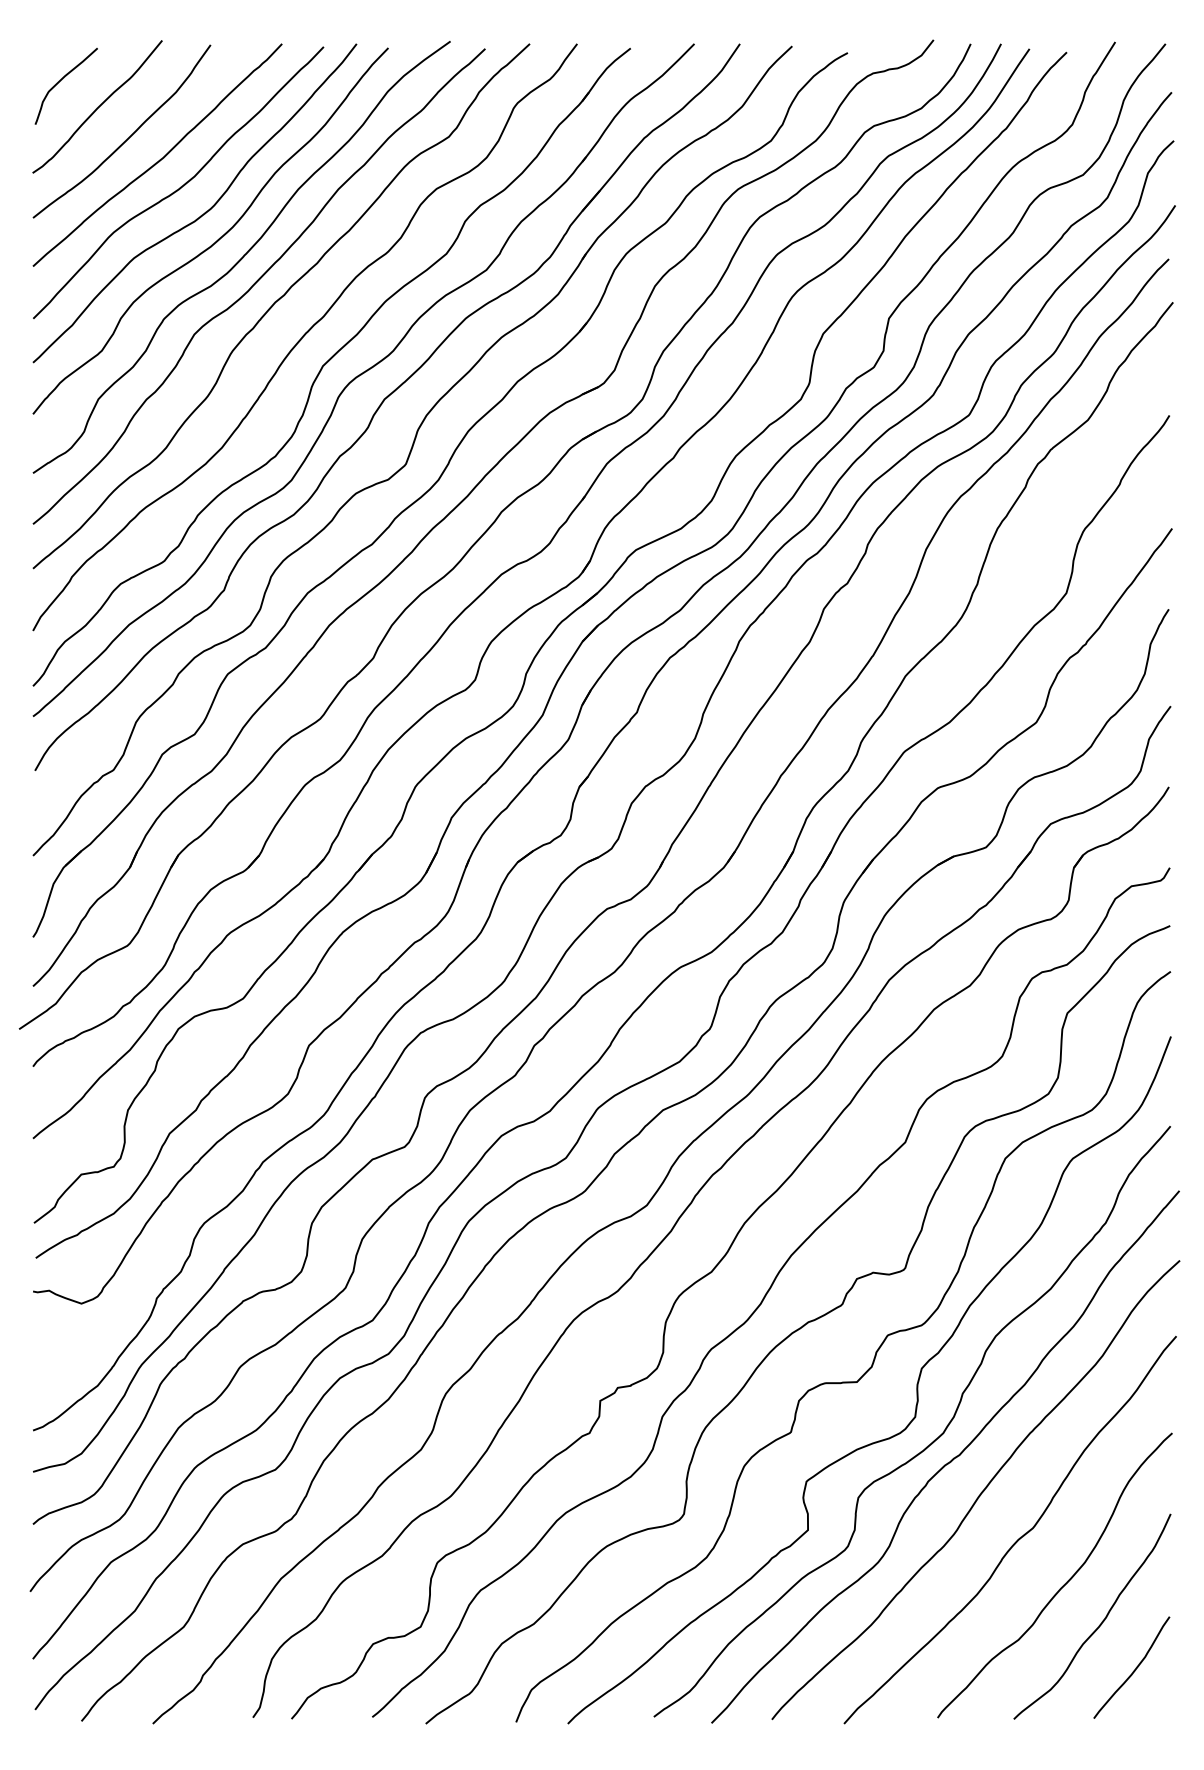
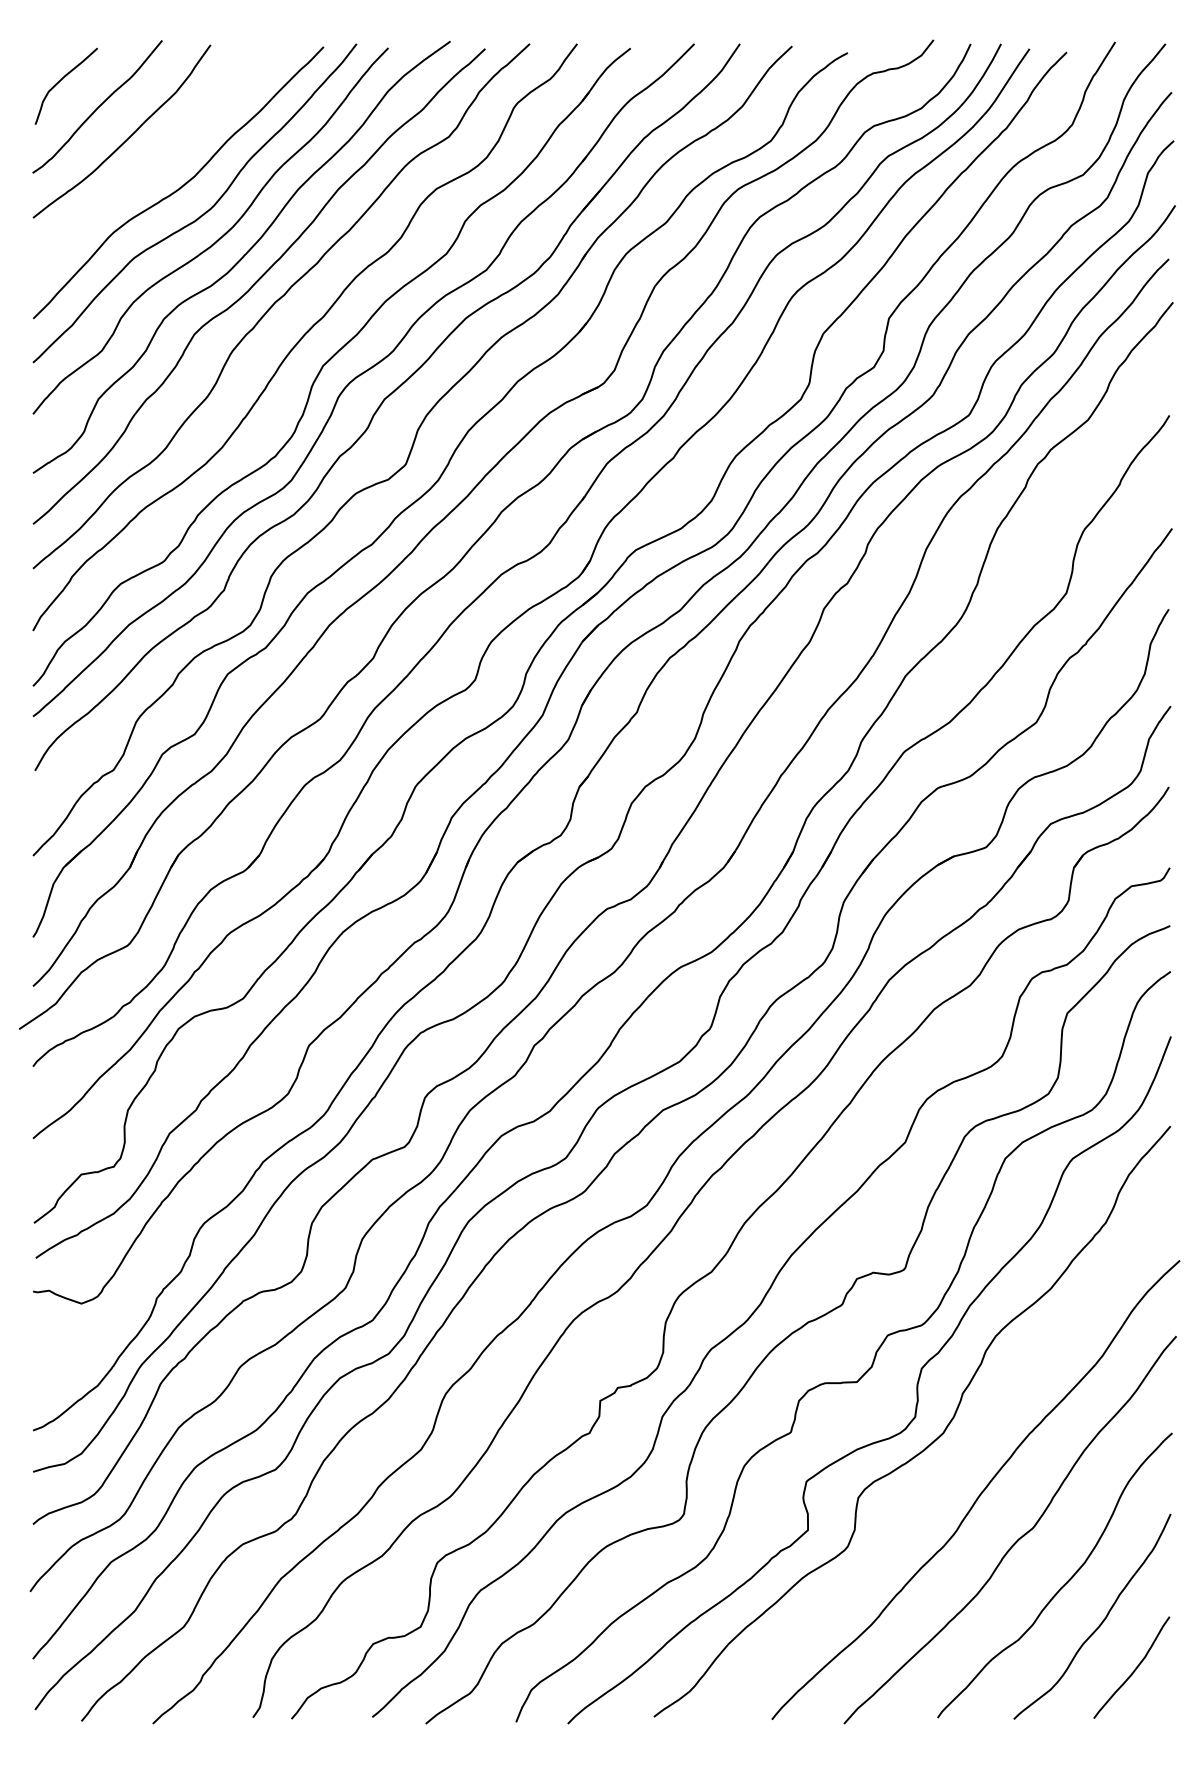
curve at (160, 158): present -> none
curve at (947, 1462): present -> none
